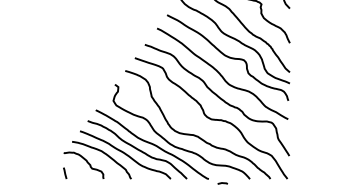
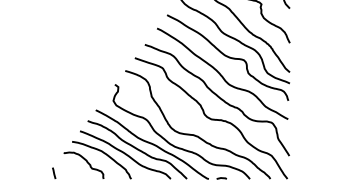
curve at (65, 172) position: (65, 172) -> (54, 172)
curve at (222, 183) position: (222, 183) -> (221, 178)
